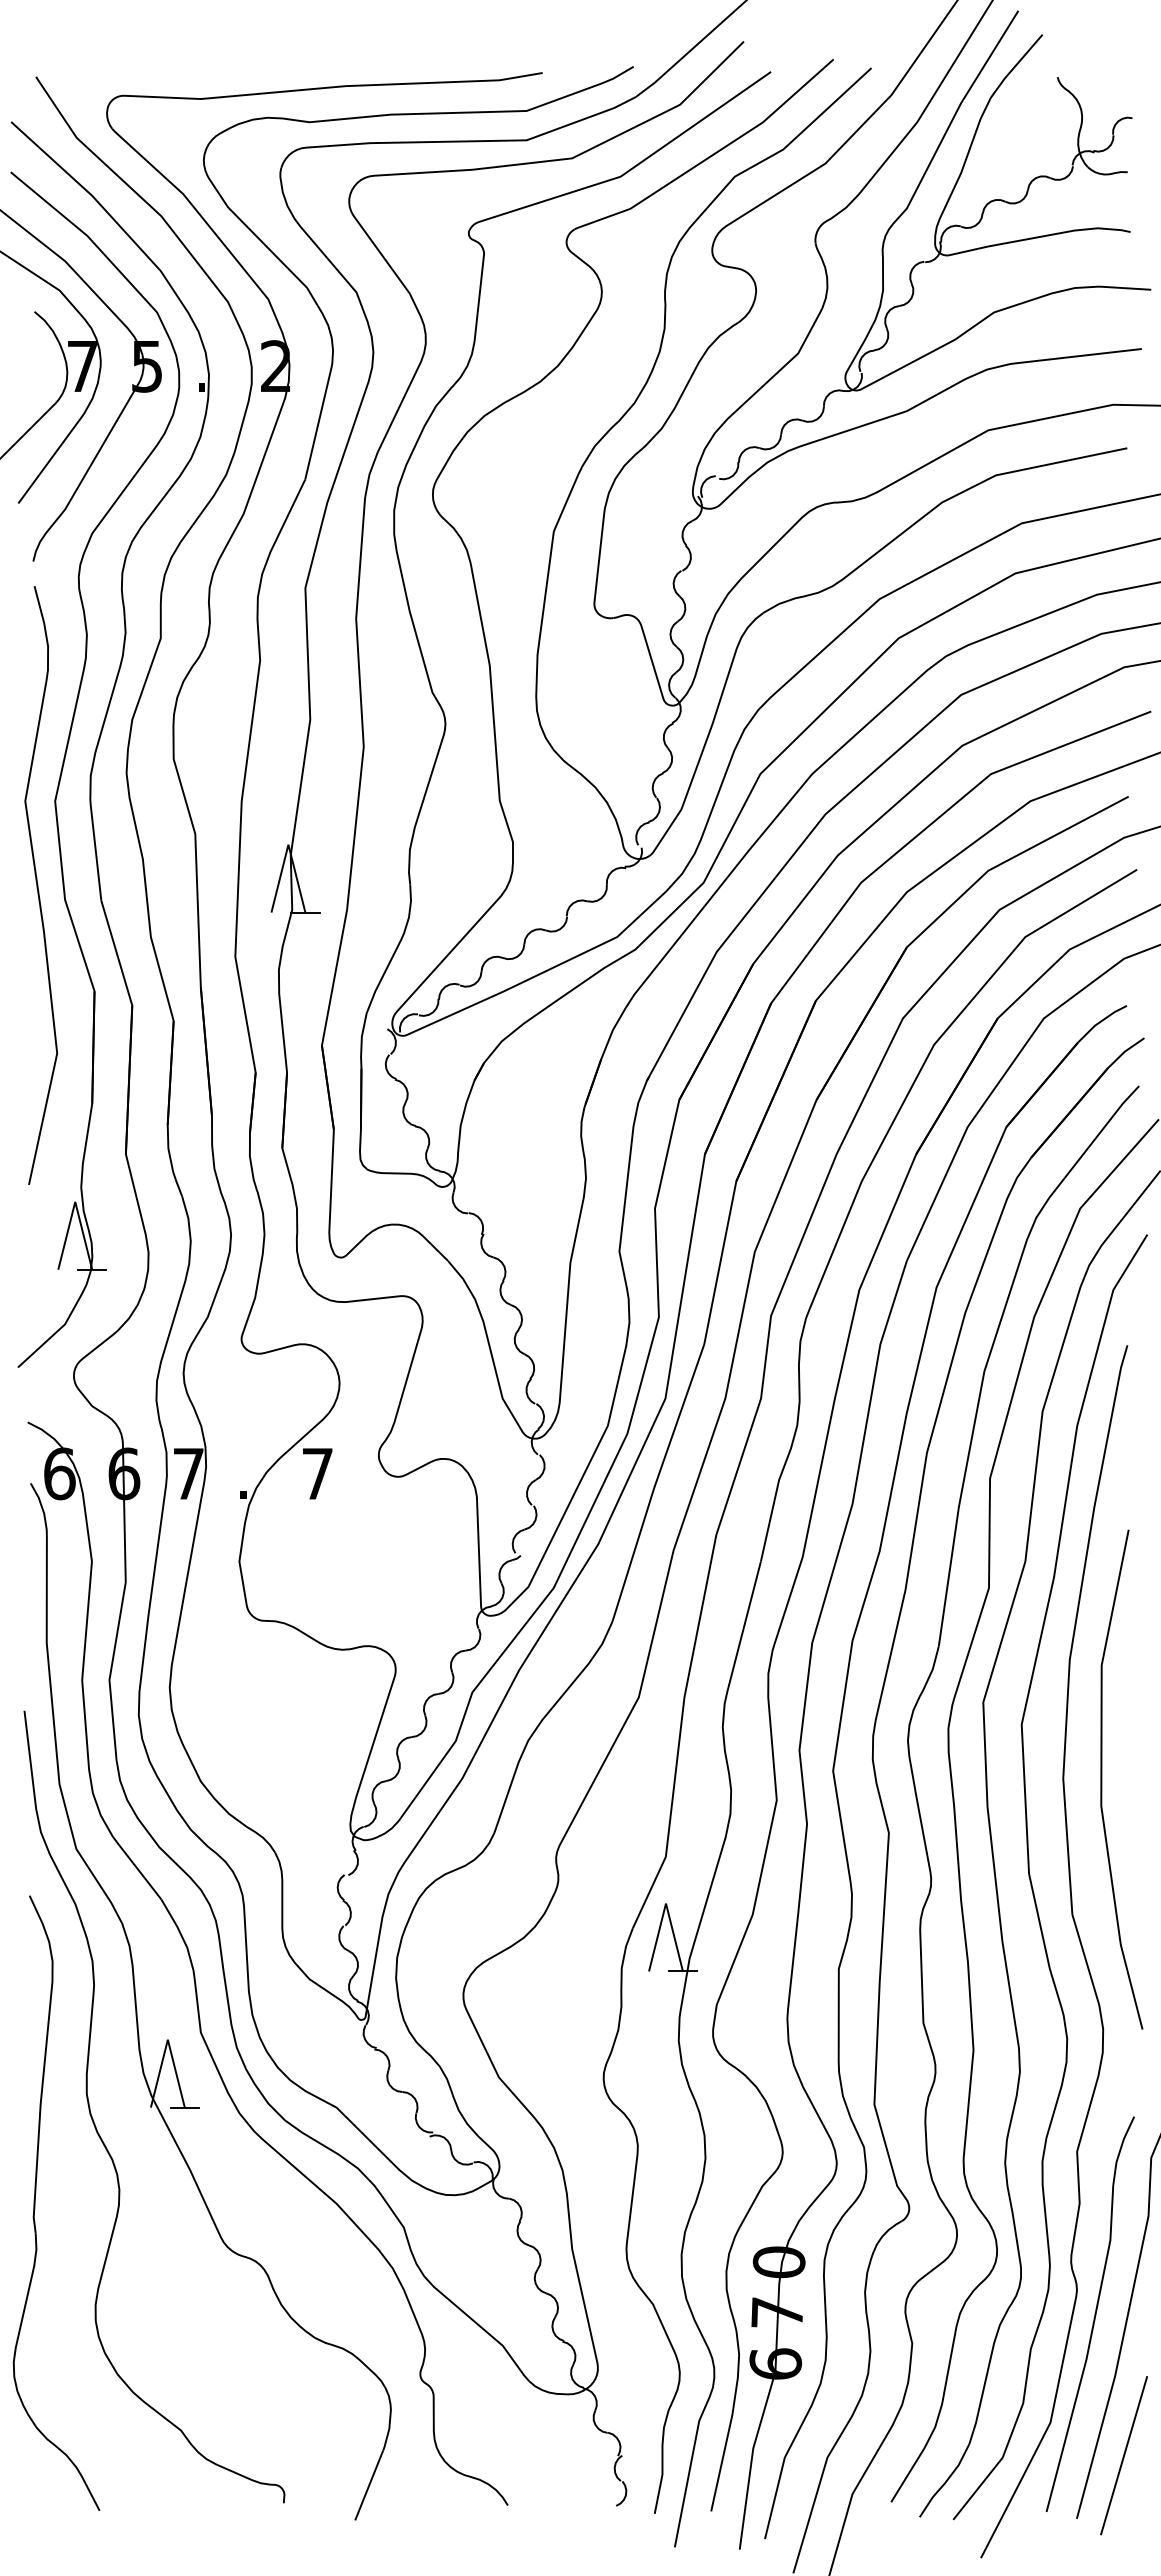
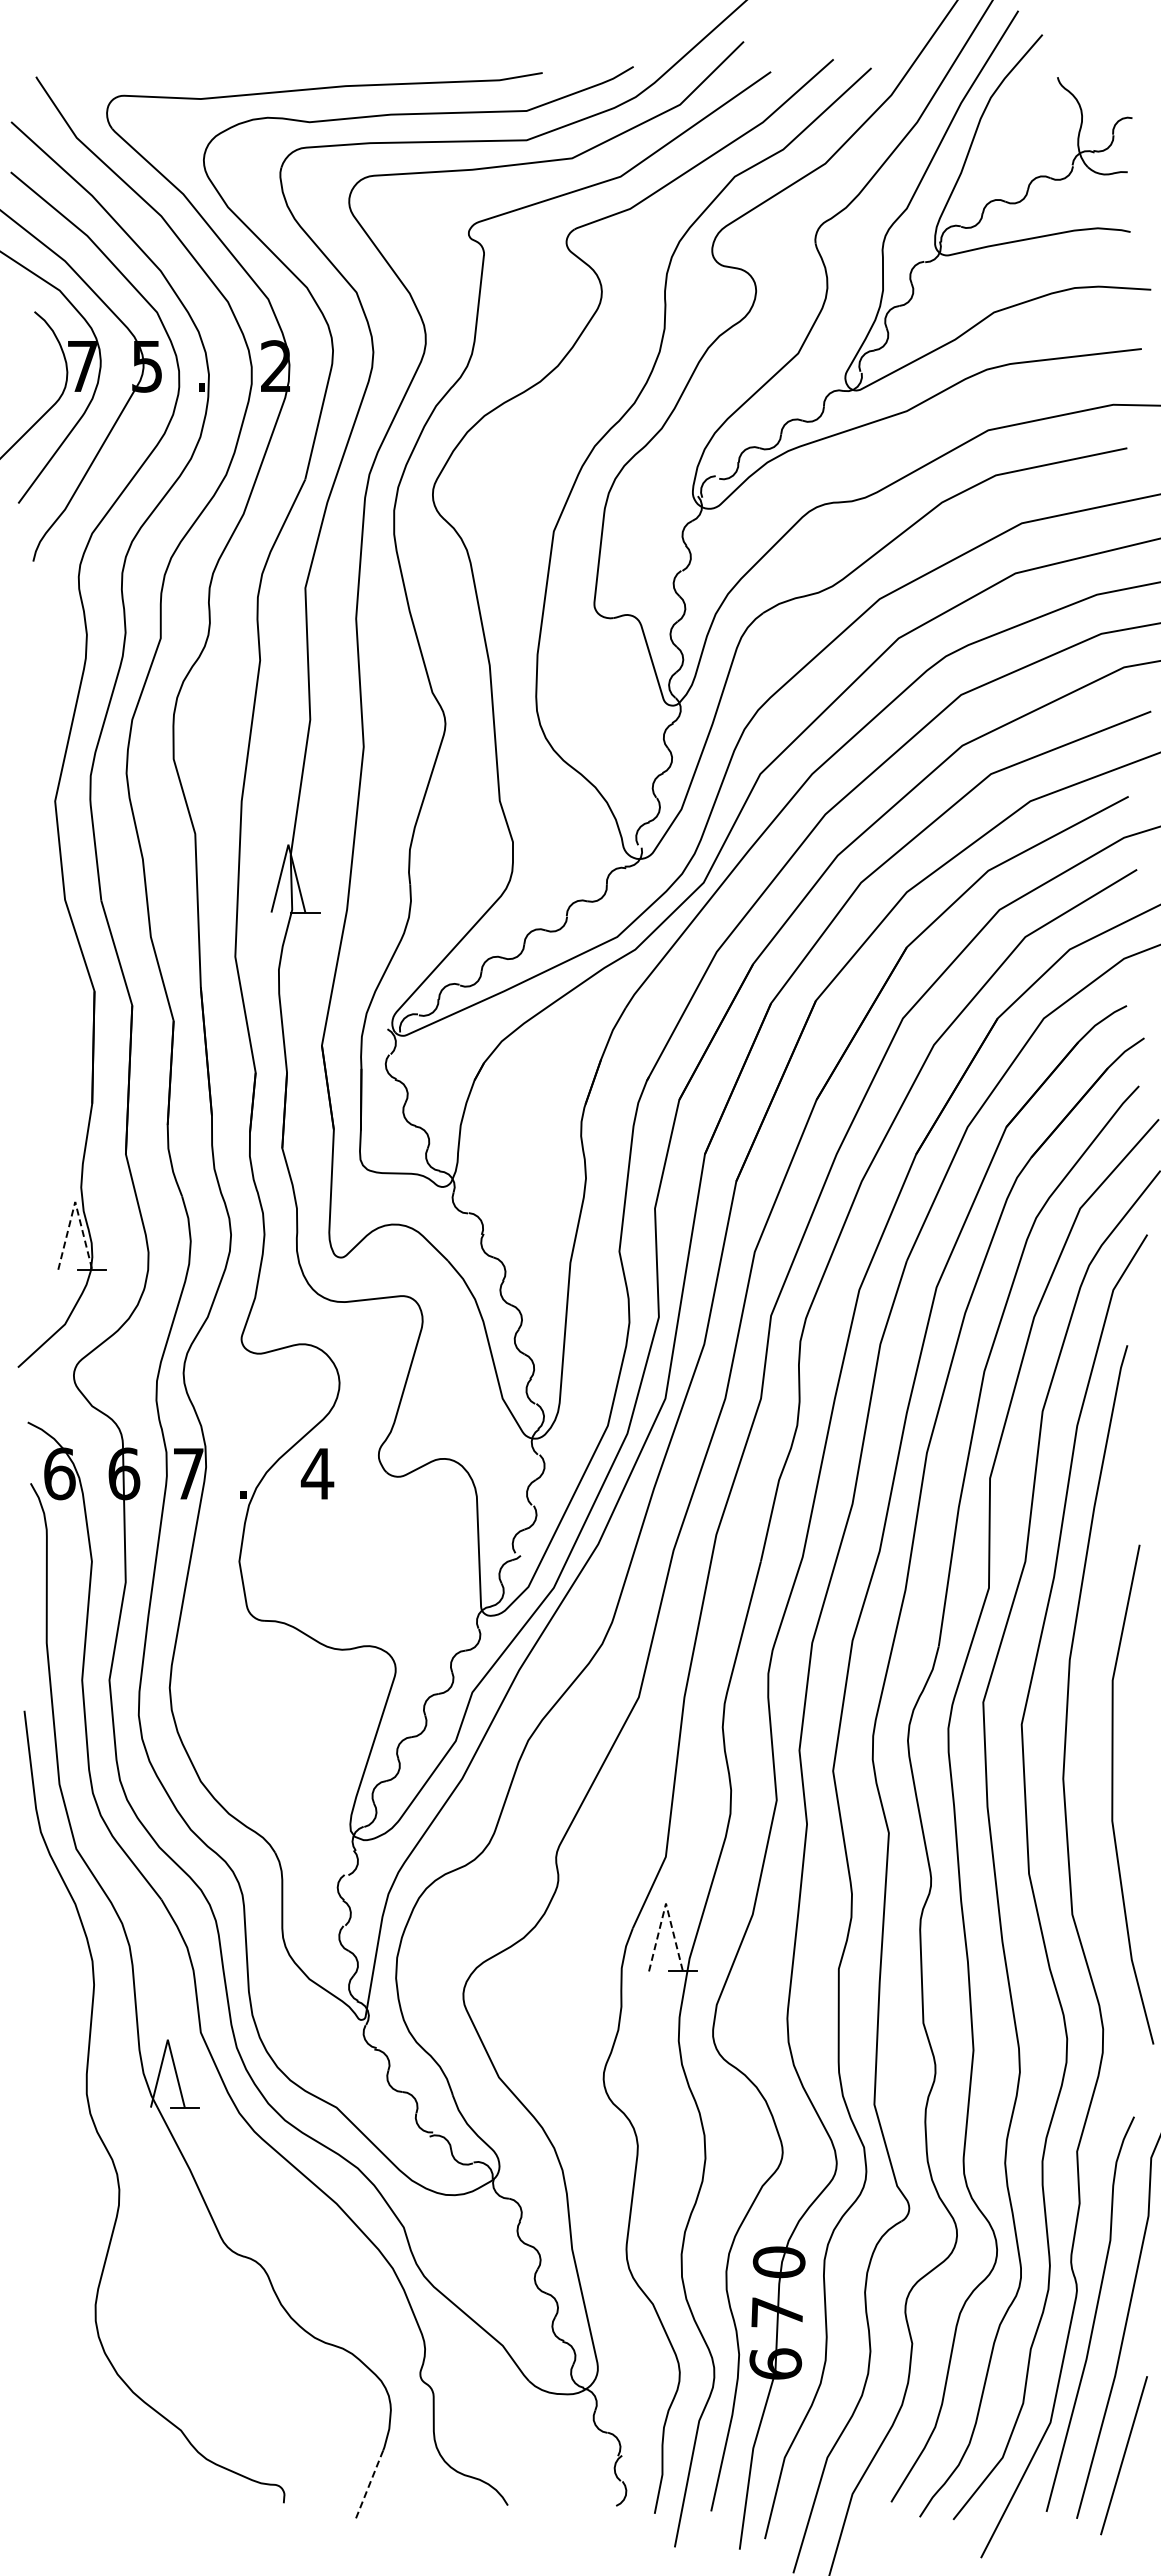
curve at (38, 885): present -> none
line at (75, 1201): solid -> dashed
text at (317, 1473): 7 -> 4
line at (1102, 1779) position: (1102, 1779) -> (1113, 1794)
line at (666, 1903): solid -> dashed
part at (35, 2202): present -> none
line at (369, 2485): solid -> dashed
